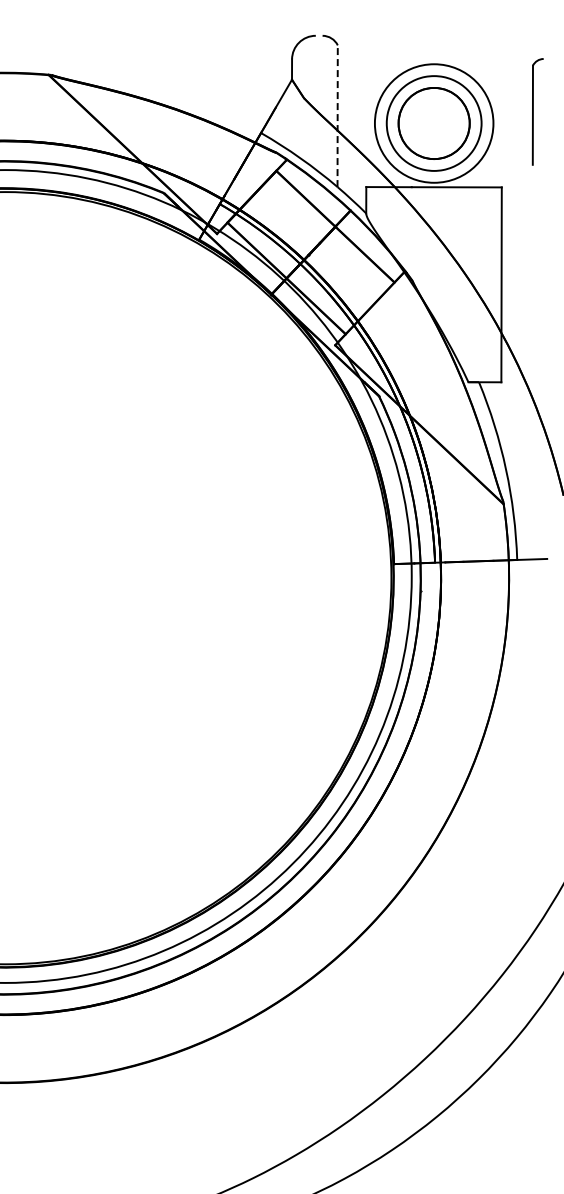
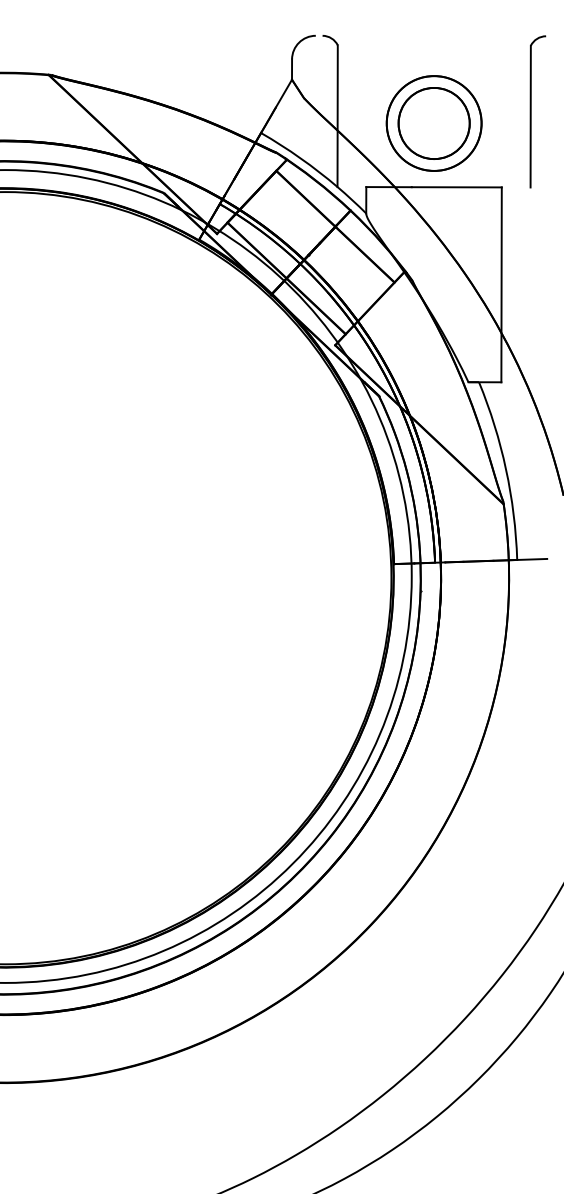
part at (537, 111) size: 13x108 px -> 18x154 px
line at (337, 116): dashed -> solid
circle at (433, 123) diameter: 119 px -> 95 px
